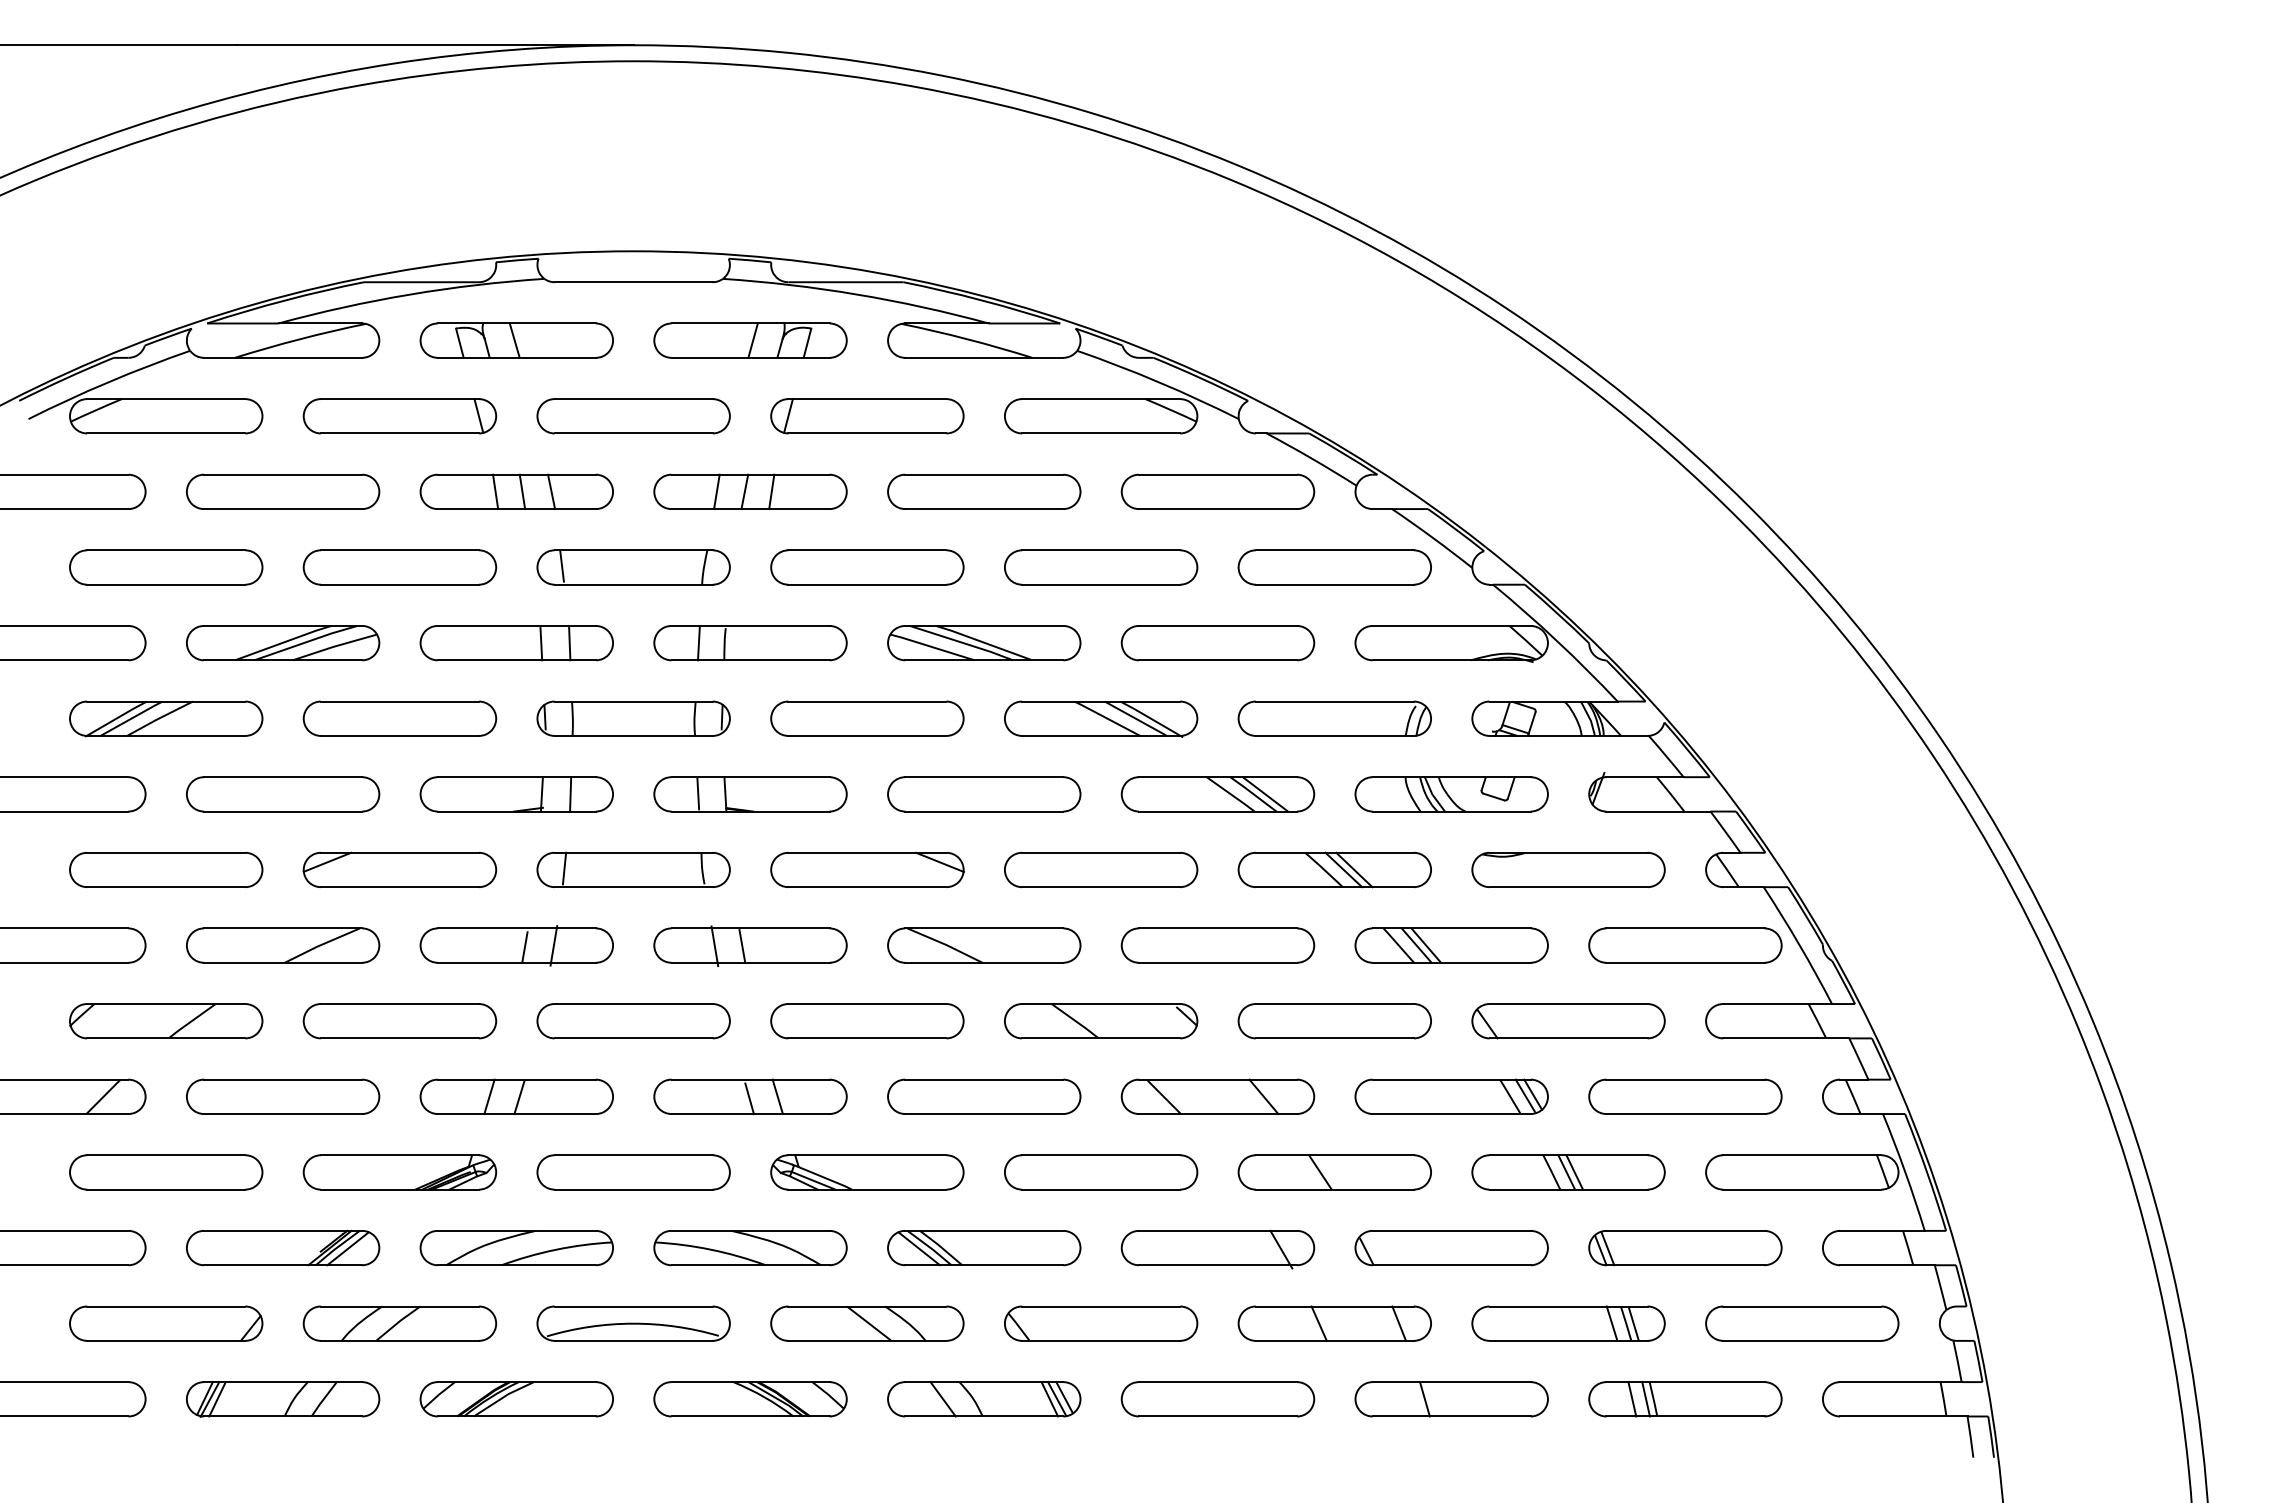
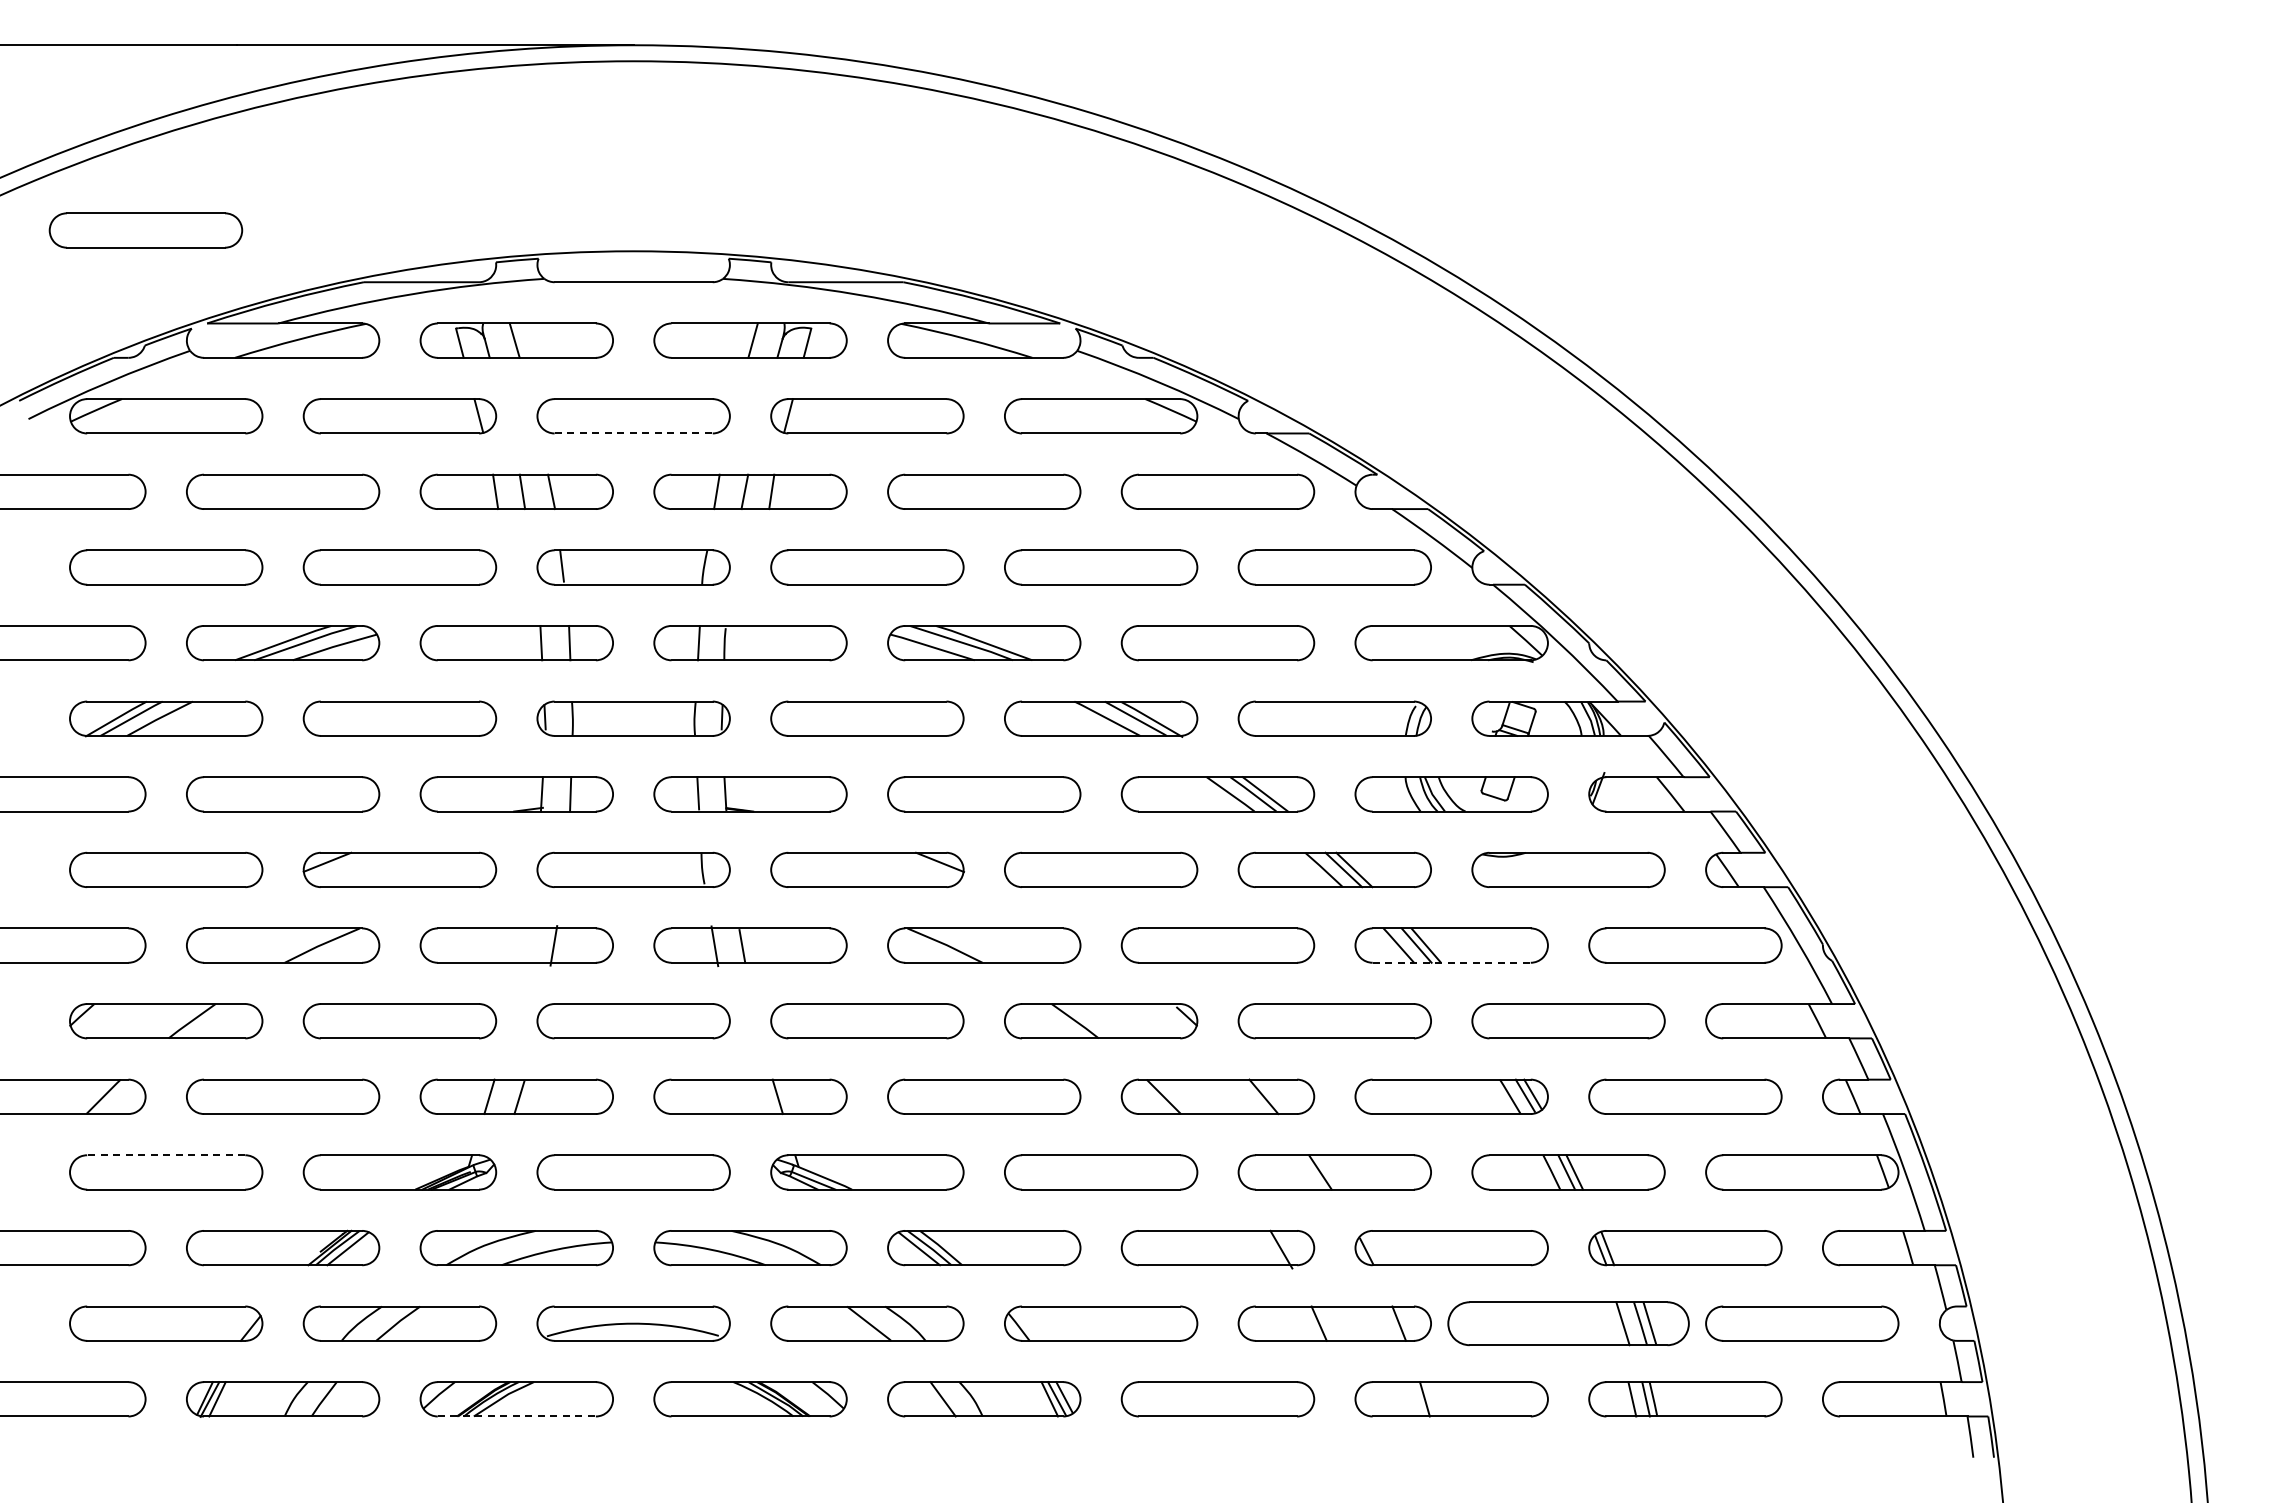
part at (145, 230): none -> present
line at (634, 433): solid -> dashed
line at (564, 868): present -> none
line at (524, 947): present -> none
line at (1452, 962): solid -> dashed
line at (1487, 1024): present -> none
line at (749, 1098): present -> none
line at (165, 1155): solid -> dashed
part at (1568, 1323) size: 195x37 px -> 243x46 px
line at (517, 1416): solid -> dashed
